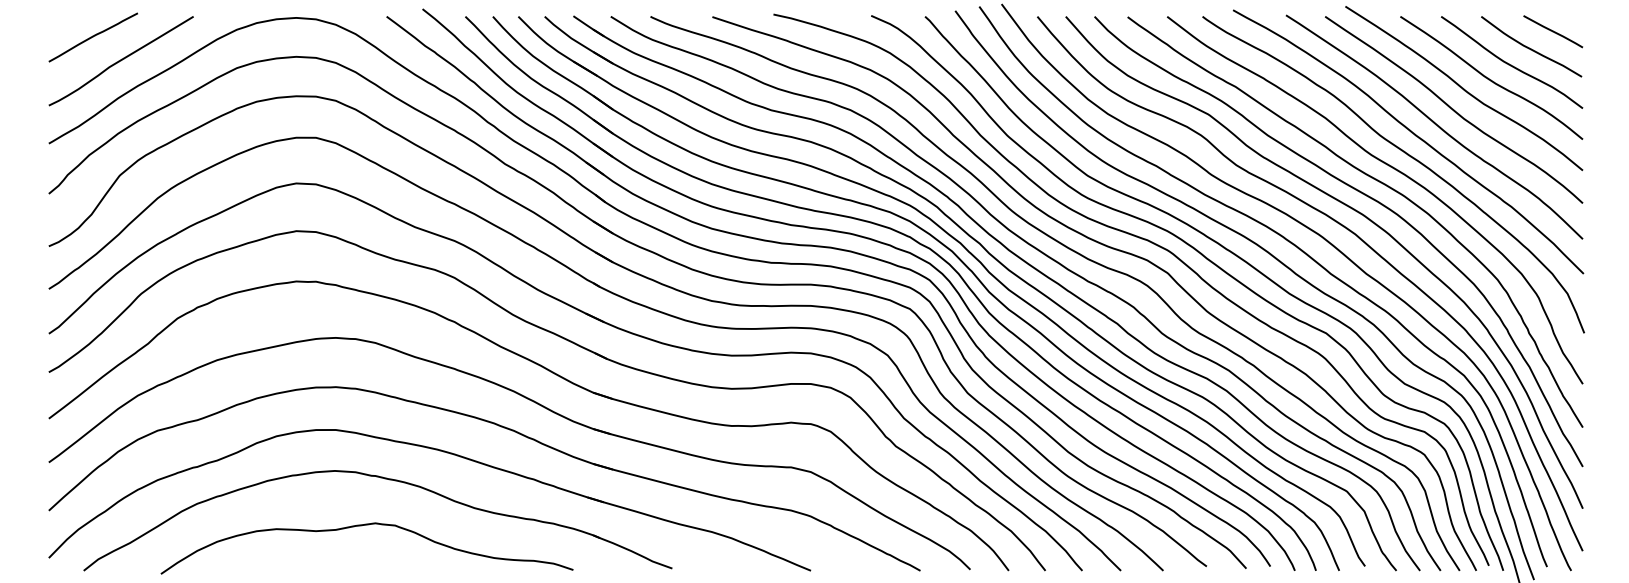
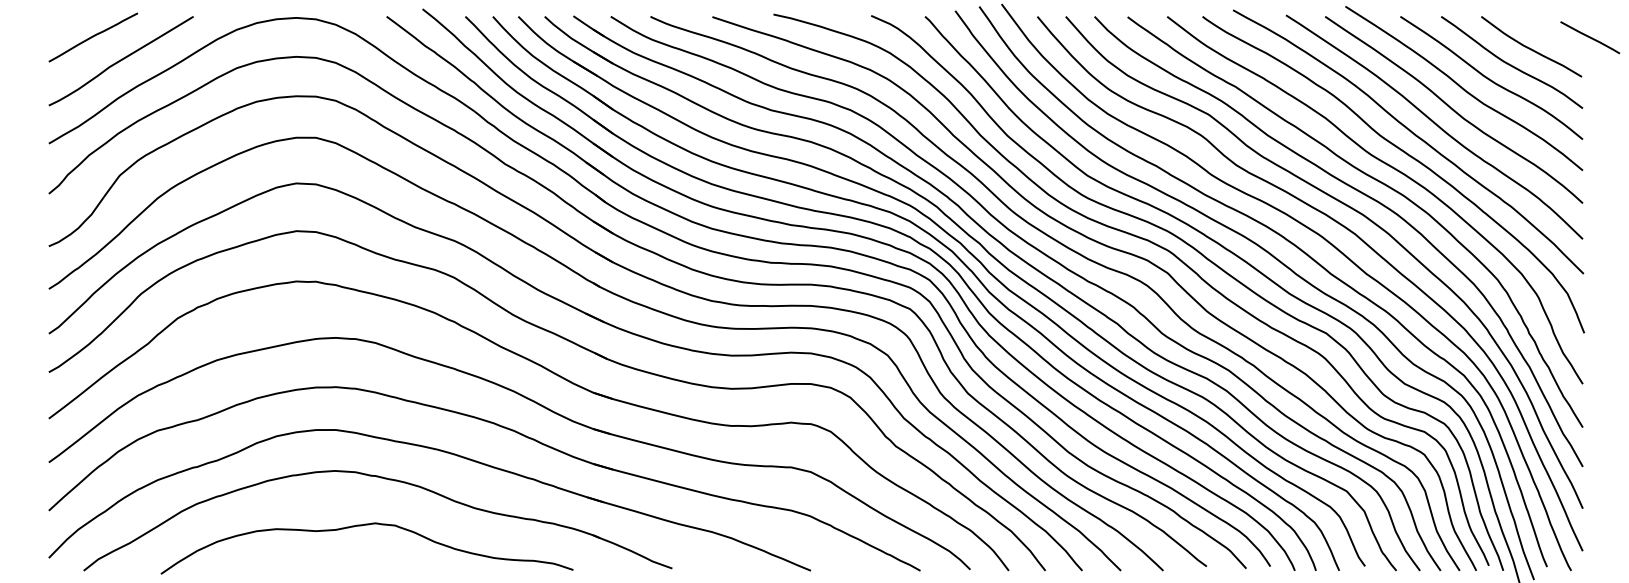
line at (1553, 31) position: (1553, 31) -> (1590, 37)
